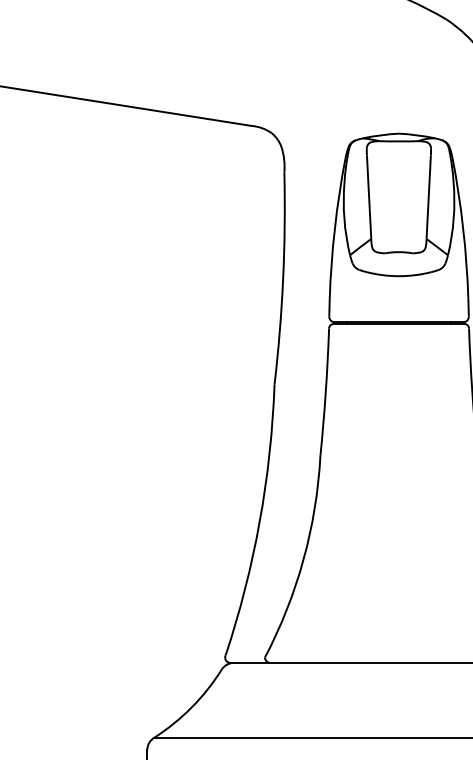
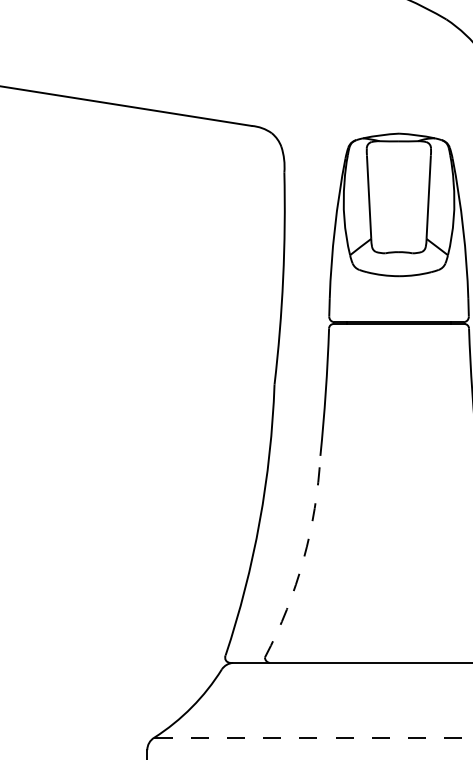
arc at (303, 559): solid -> dashed
line at (314, 737): solid -> dashed
